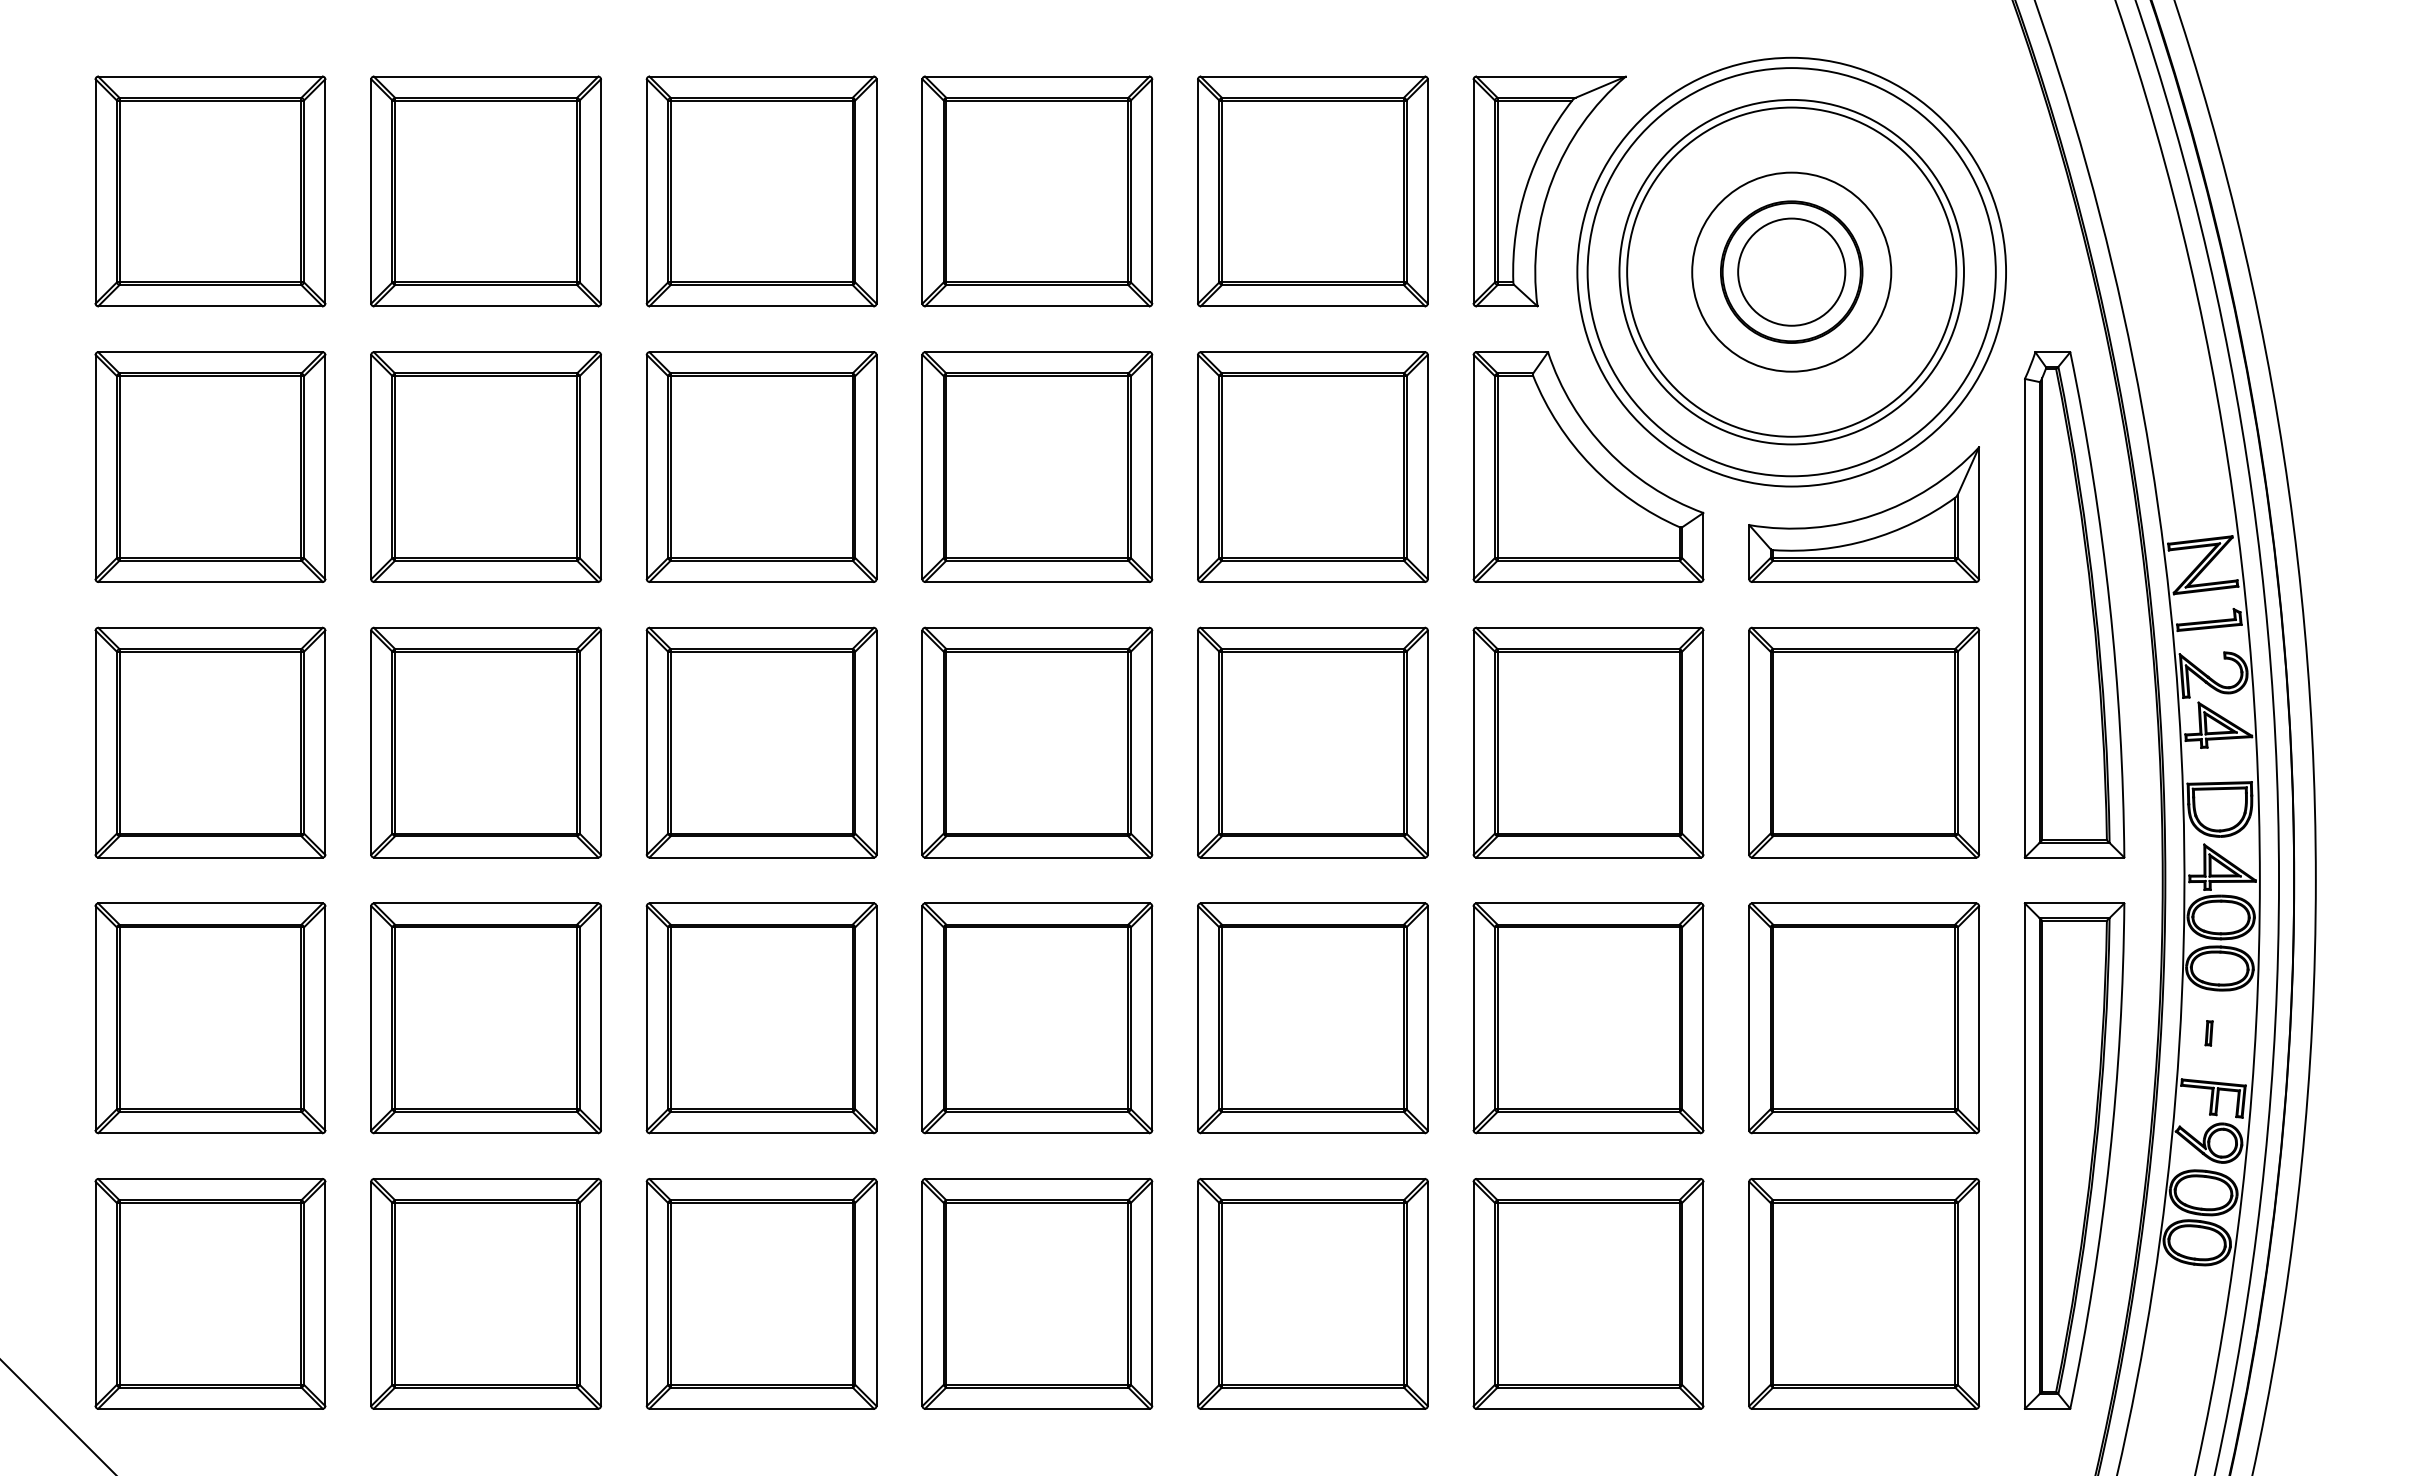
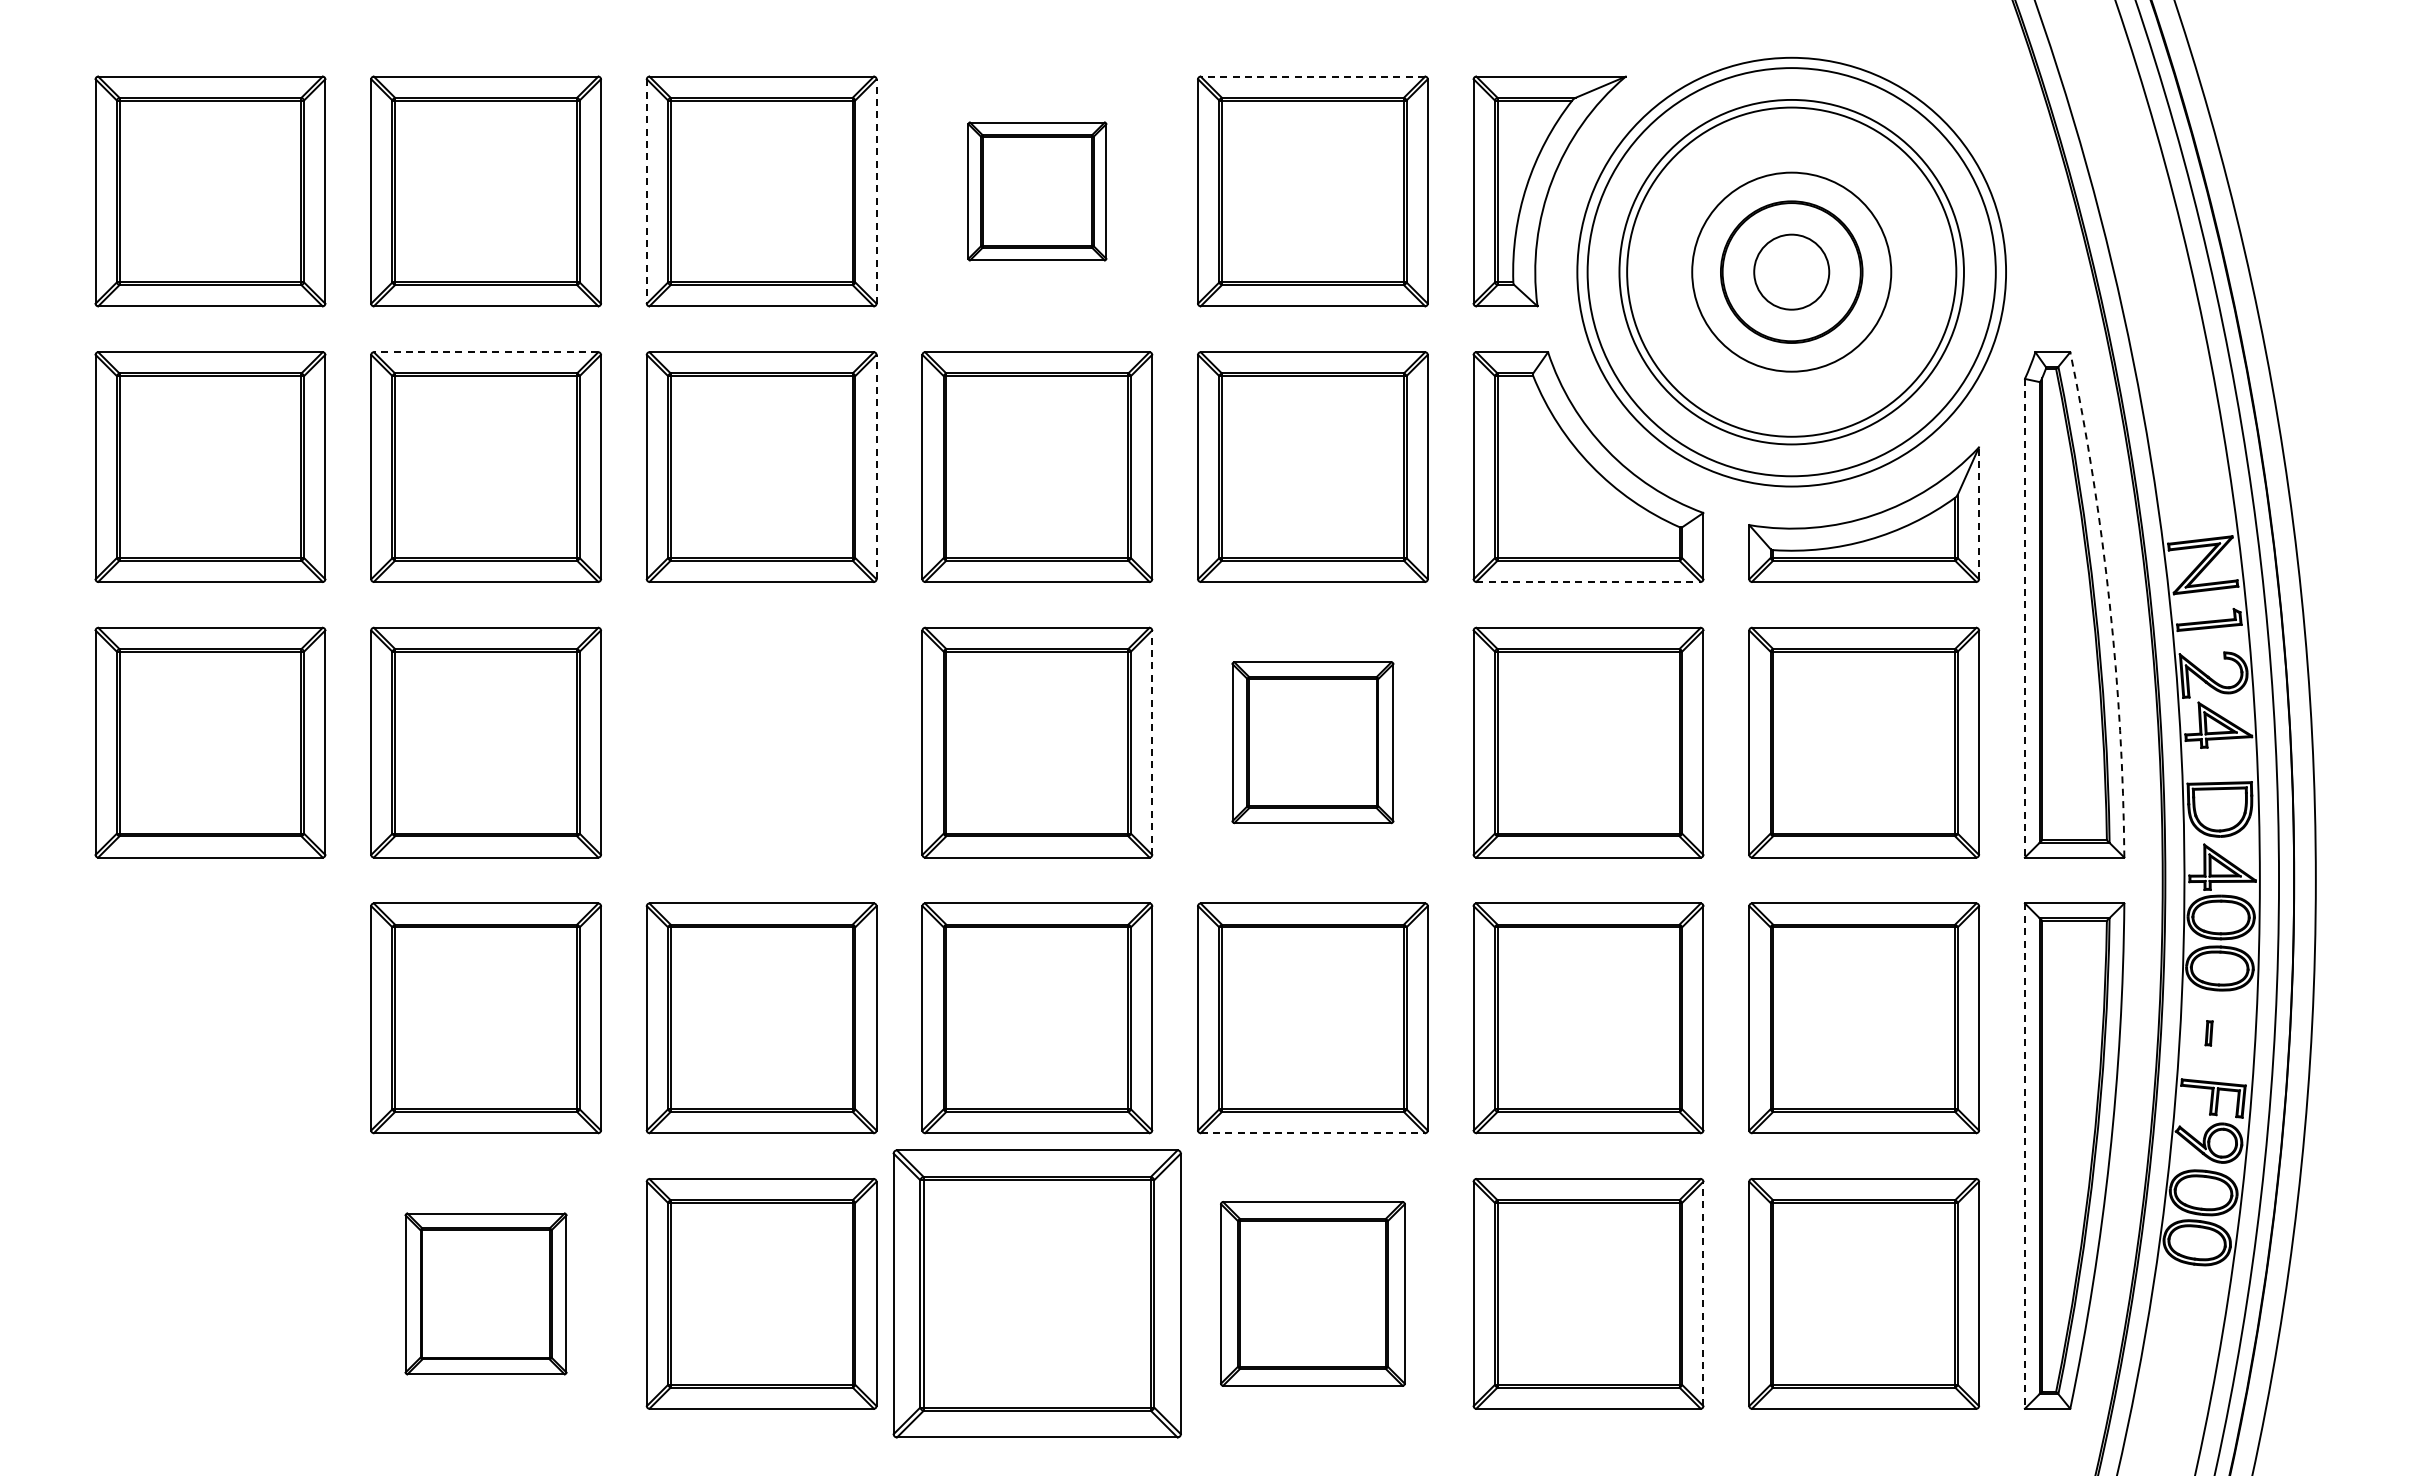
line at (1312, 76): solid -> dashed
line at (876, 190): solid -> dashed
line at (646, 191): solid -> dashed
part at (1037, 191) size: 233x233 px -> 141x141 px
circle at (1791, 271) diameter: 107 px -> 75 px
line at (485, 352): solid -> dashed
line at (876, 466): solid -> dashed
line at (1979, 513): solid -> dashed
line at (1589, 581): solid -> dashed
arc at (2109, 603): solid -> dashed
line at (2024, 618): solid -> dashed
part at (761, 742): present -> none
line at (1152, 742): solid -> dashed
part at (1312, 742) size: 232x233 px -> 164x164 px
part at (210, 1018): present -> none
line at (1313, 1133): solid -> dashed
line at (2024, 1156): solid -> dashed
part at (210, 1293): present -> none
part at (485, 1293) size: 232x232 px -> 164x164 px
part at (1037, 1293) size: 233x232 px -> 290x290 px
part at (1312, 1293) size: 232x232 px -> 186x186 px
line at (1703, 1293): solid -> dashed
line at (57, 1416): present -> none
